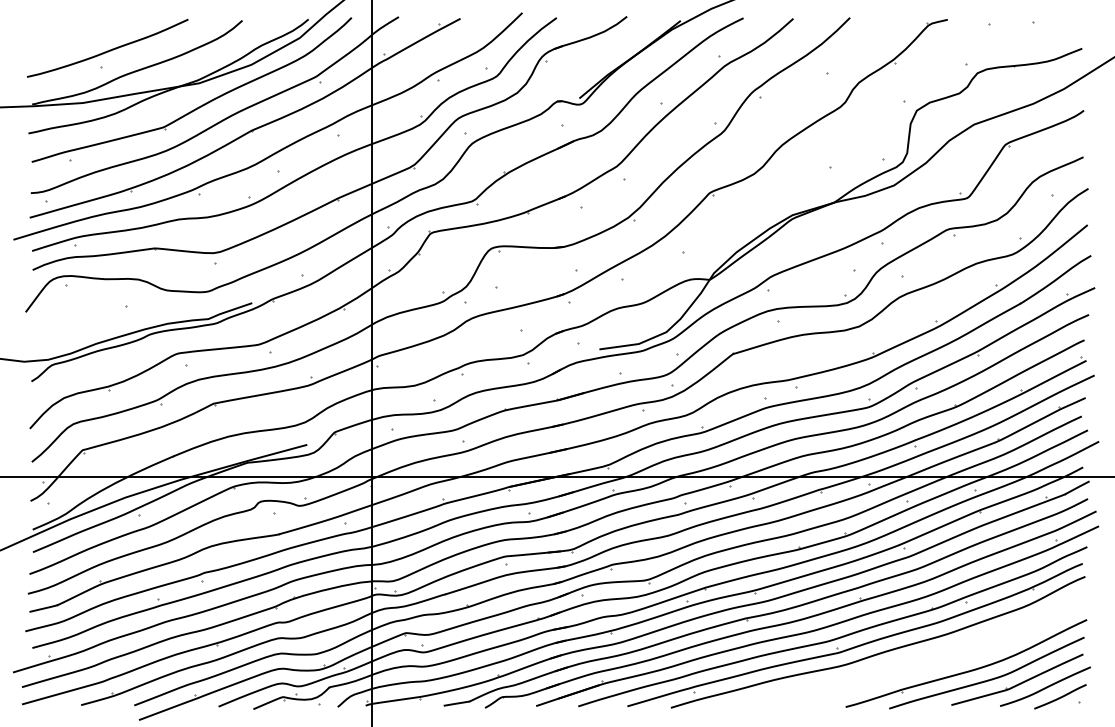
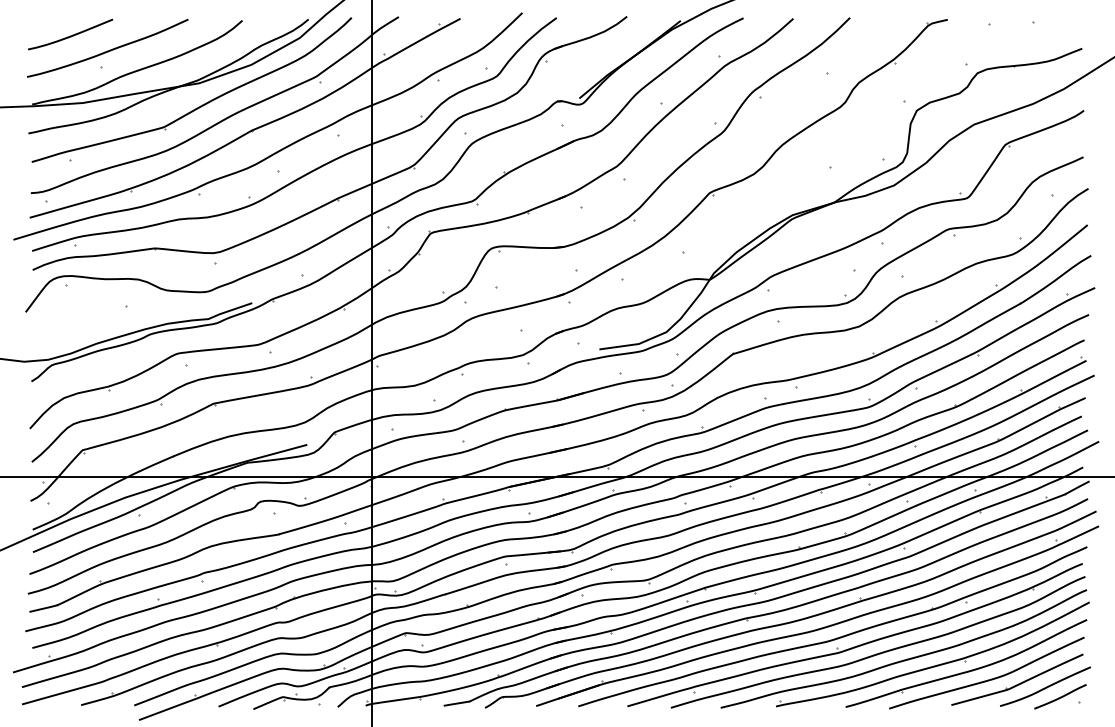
curve at (70, 35): none -> present
part at (907, 658): none -> present
